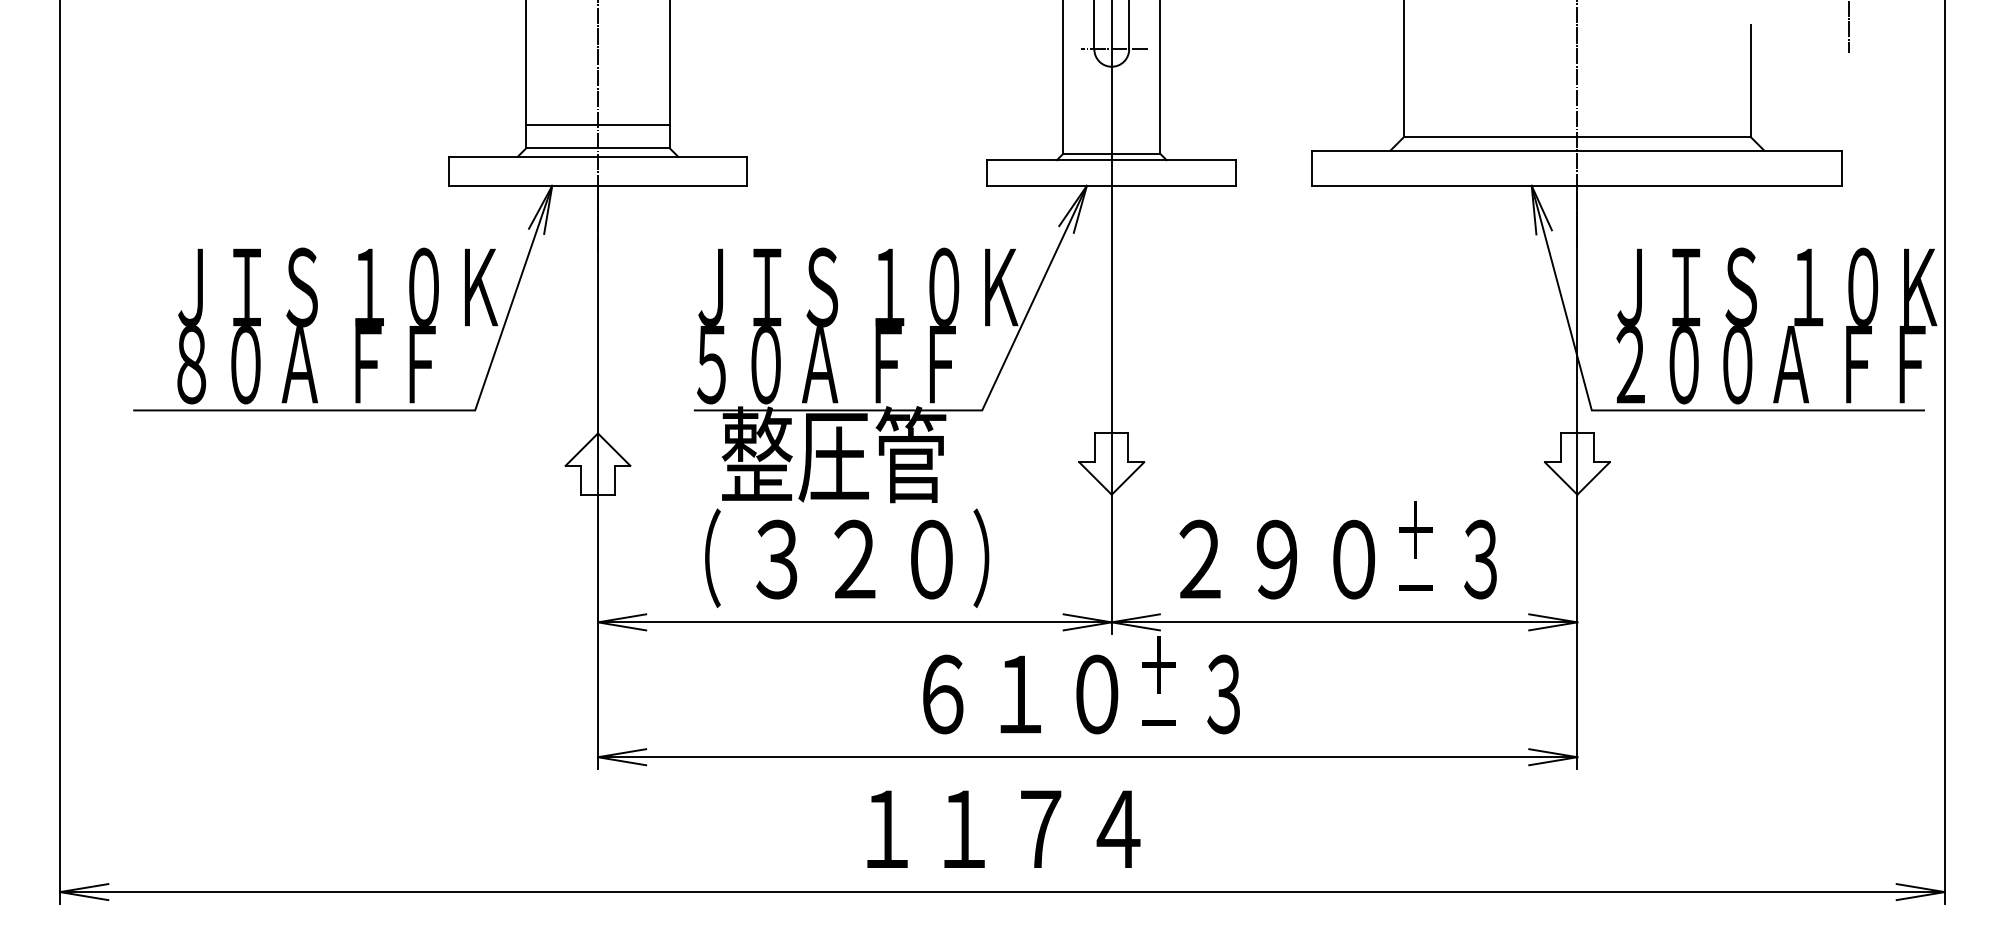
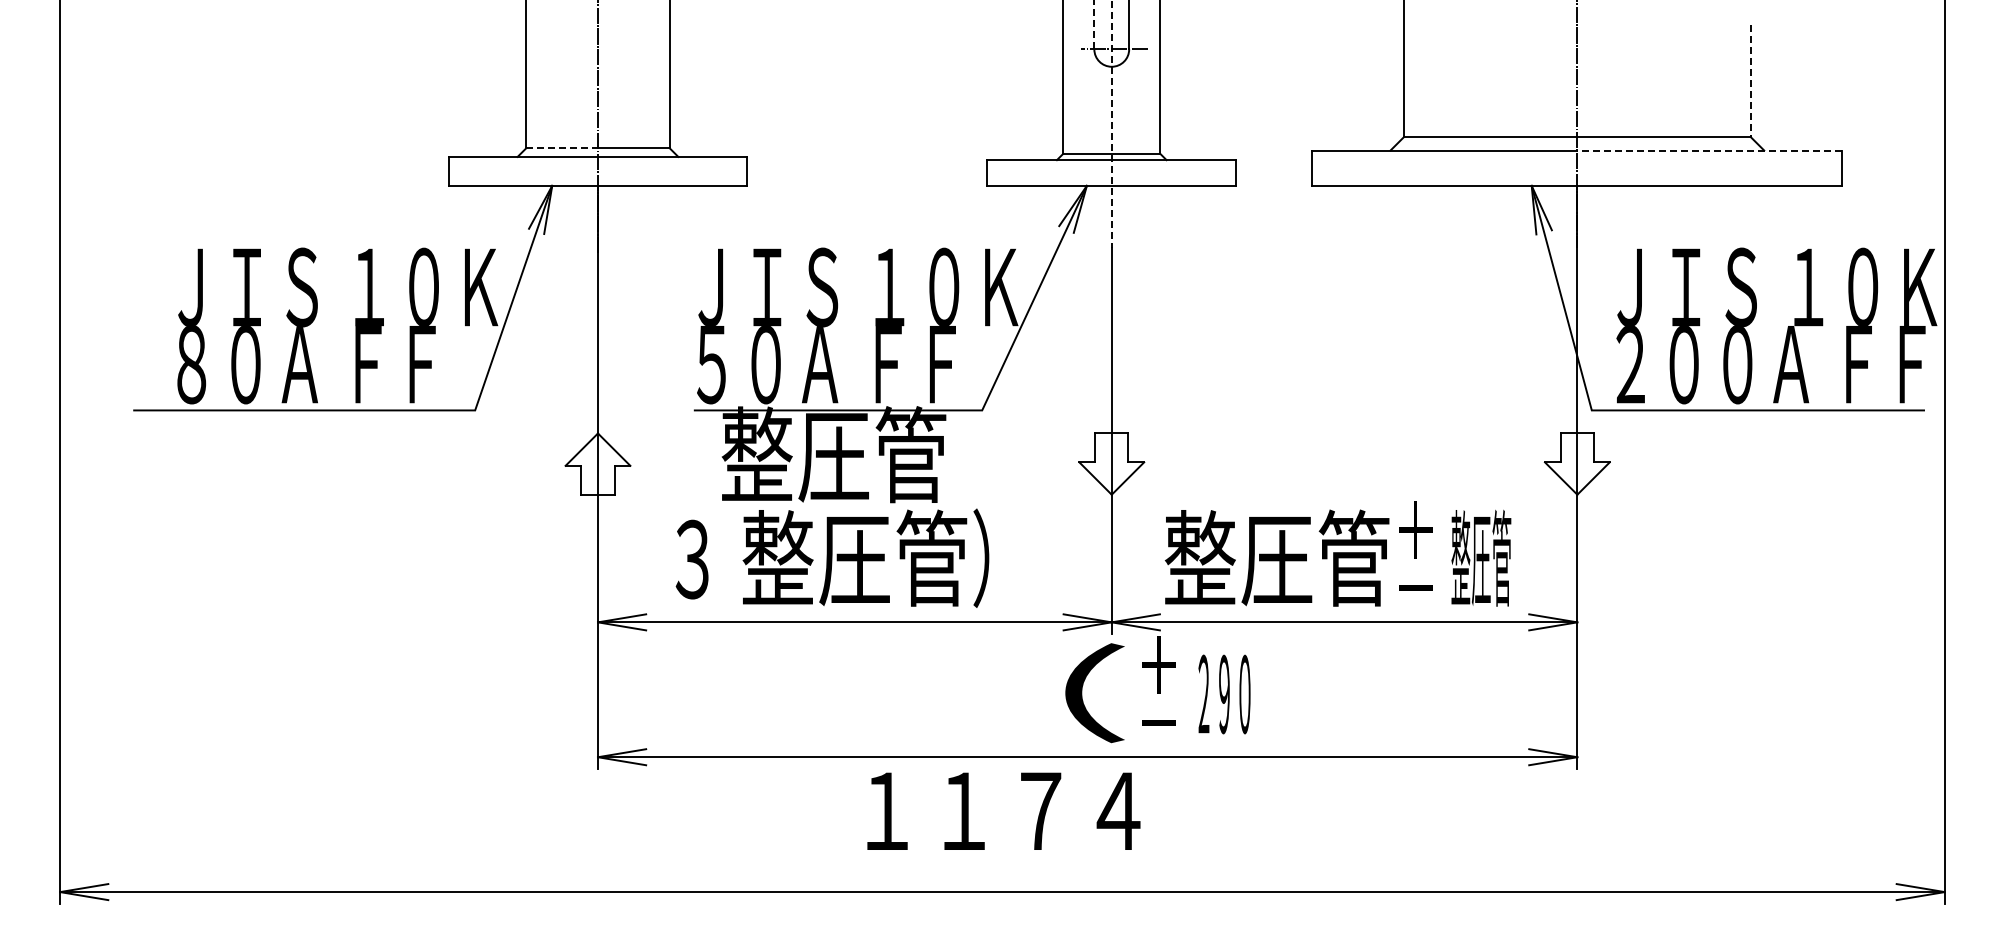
line at (1094, 24): solid -> dashed
line at (1848, 27): present -> none
line at (1751, 81): solid -> dashed
line at (597, 124): present -> none
line at (1111, 124): solid -> dashed
line at (562, 148): solid -> dashed
line at (1709, 150): solid -> dashed
text at (854, 557): ３２０ -> 整圧管
text at (1276, 557): ２９０ -> 整圧管
text at (1481, 557): ３ -> 整圧管
text at (697, 558): （ -> ３
text at (1023, 693): ６１０ -> （
text at (1224, 694): ３ -> ２９０
text at (1003, 828) position: (1003, 828) -> (1003, 810)
